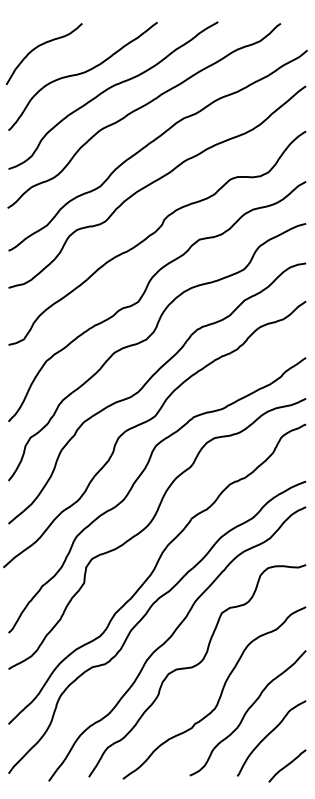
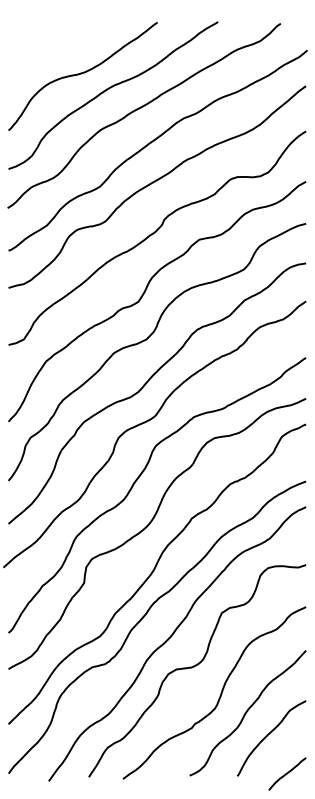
curve at (40, 46): present -> none
curve at (287, 765) position: (287, 765) -> (287, 773)
